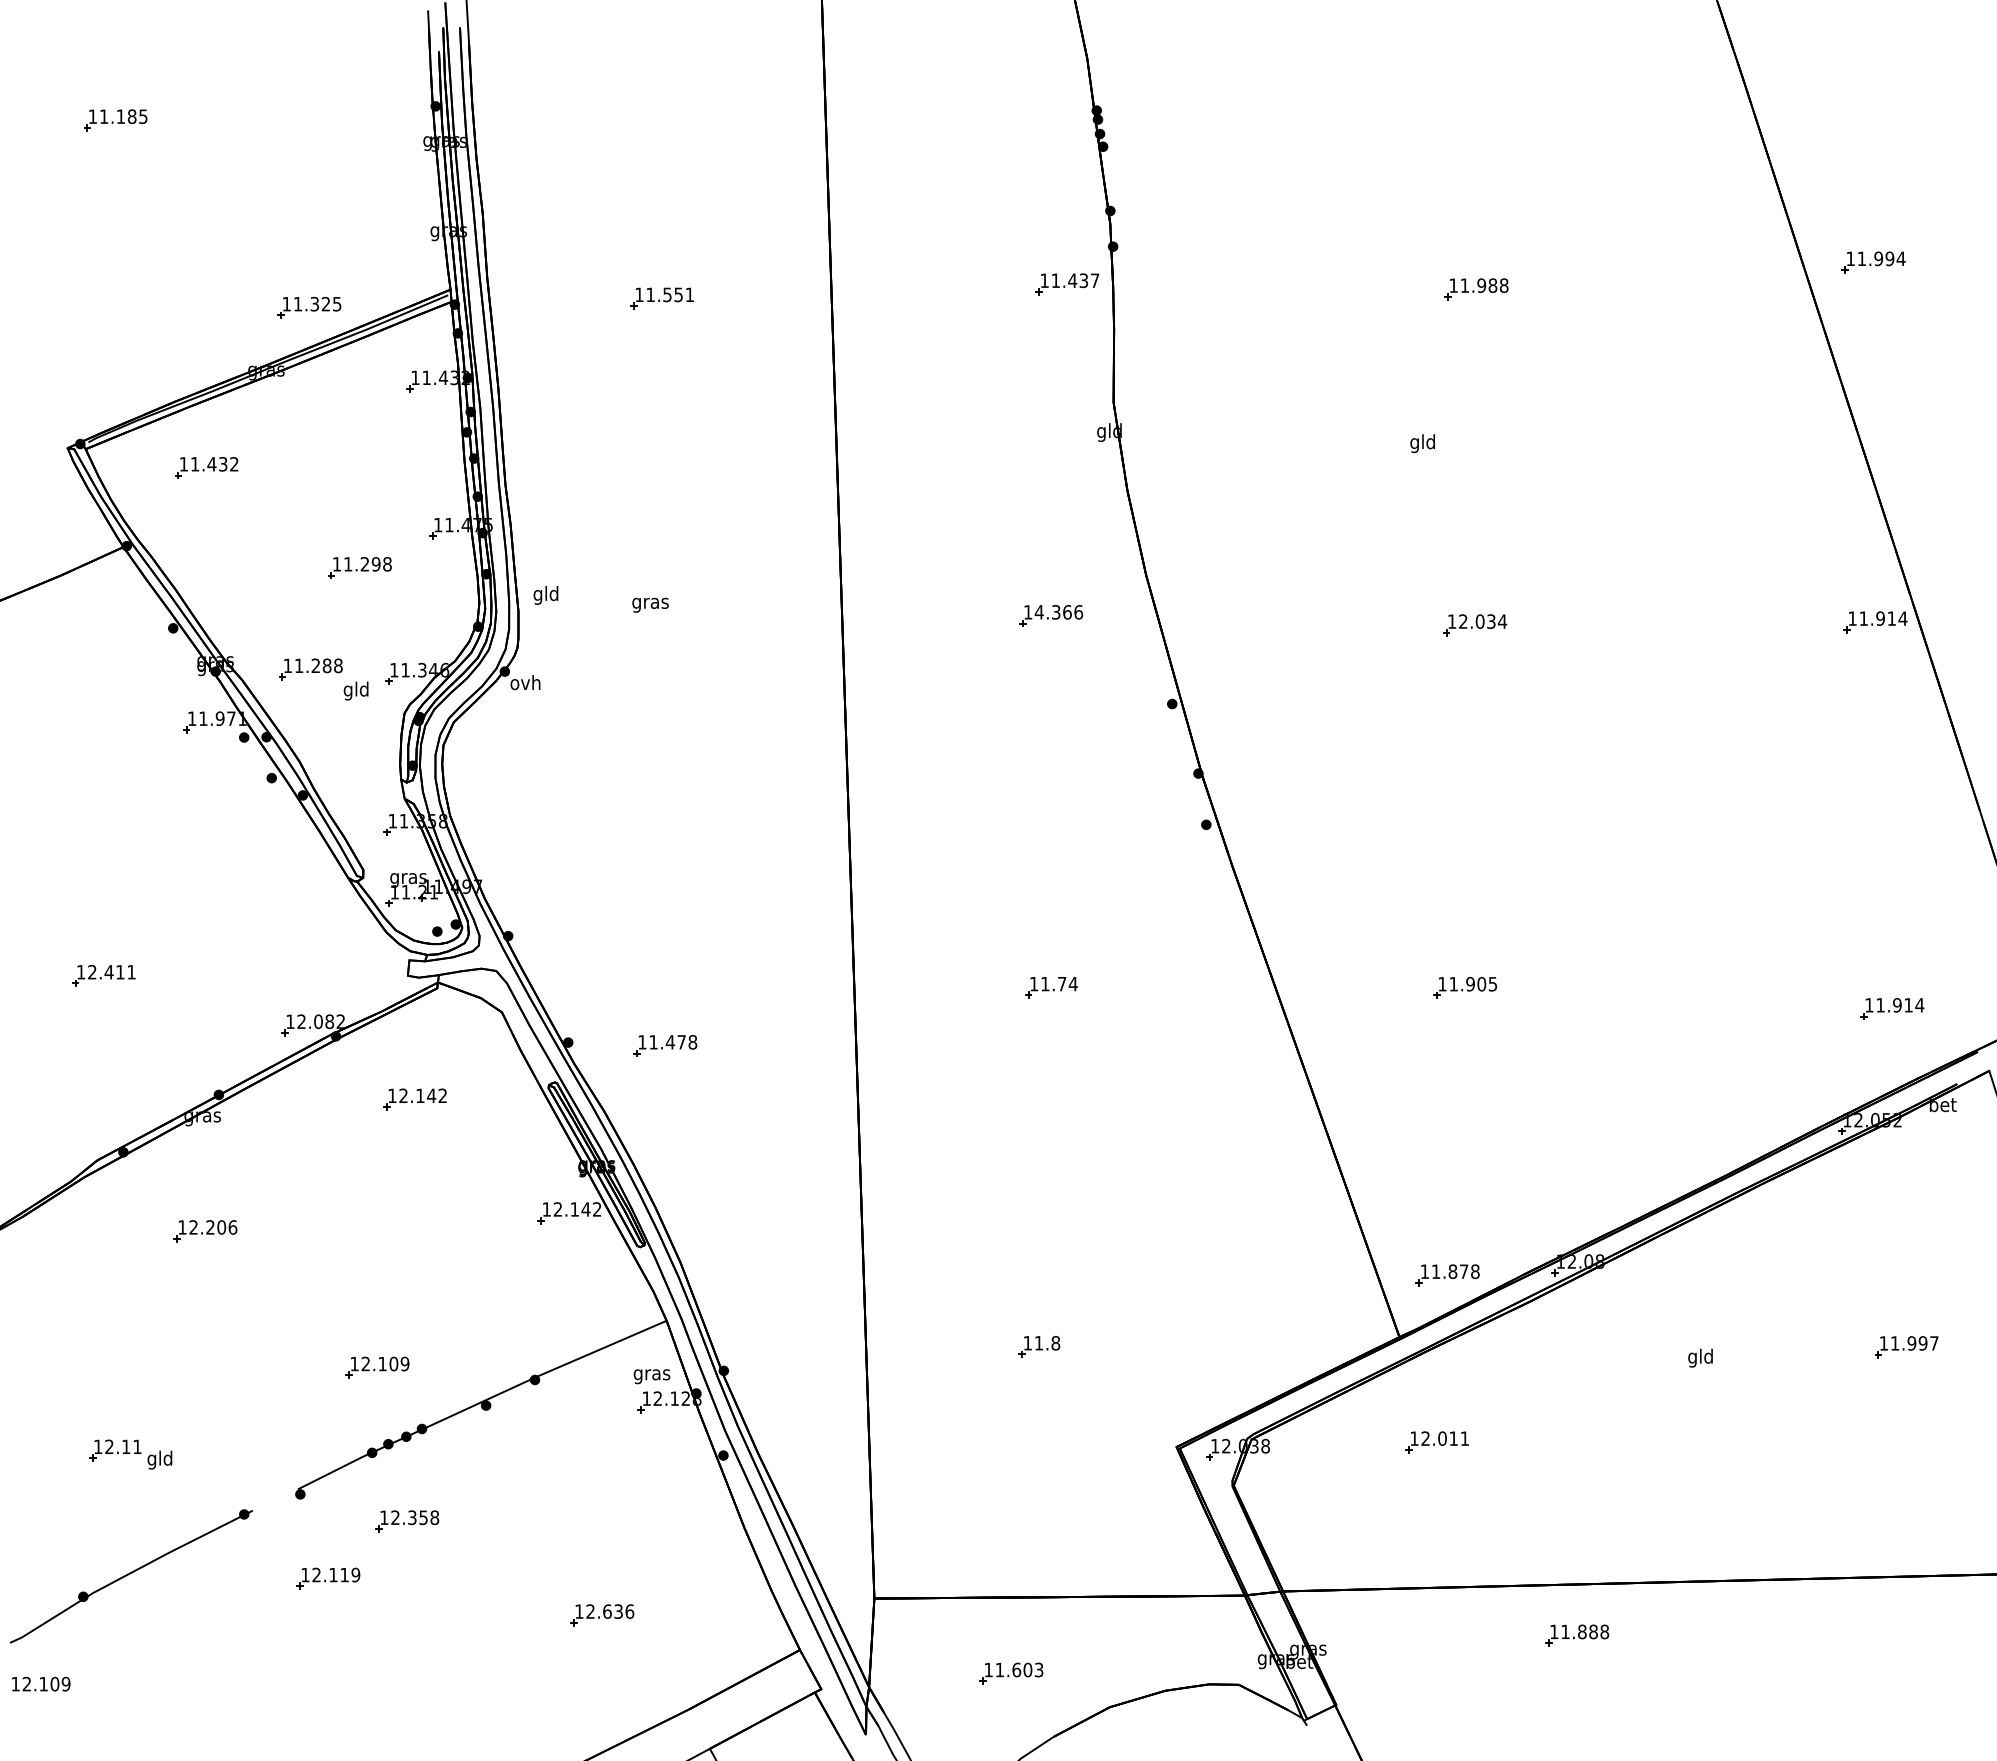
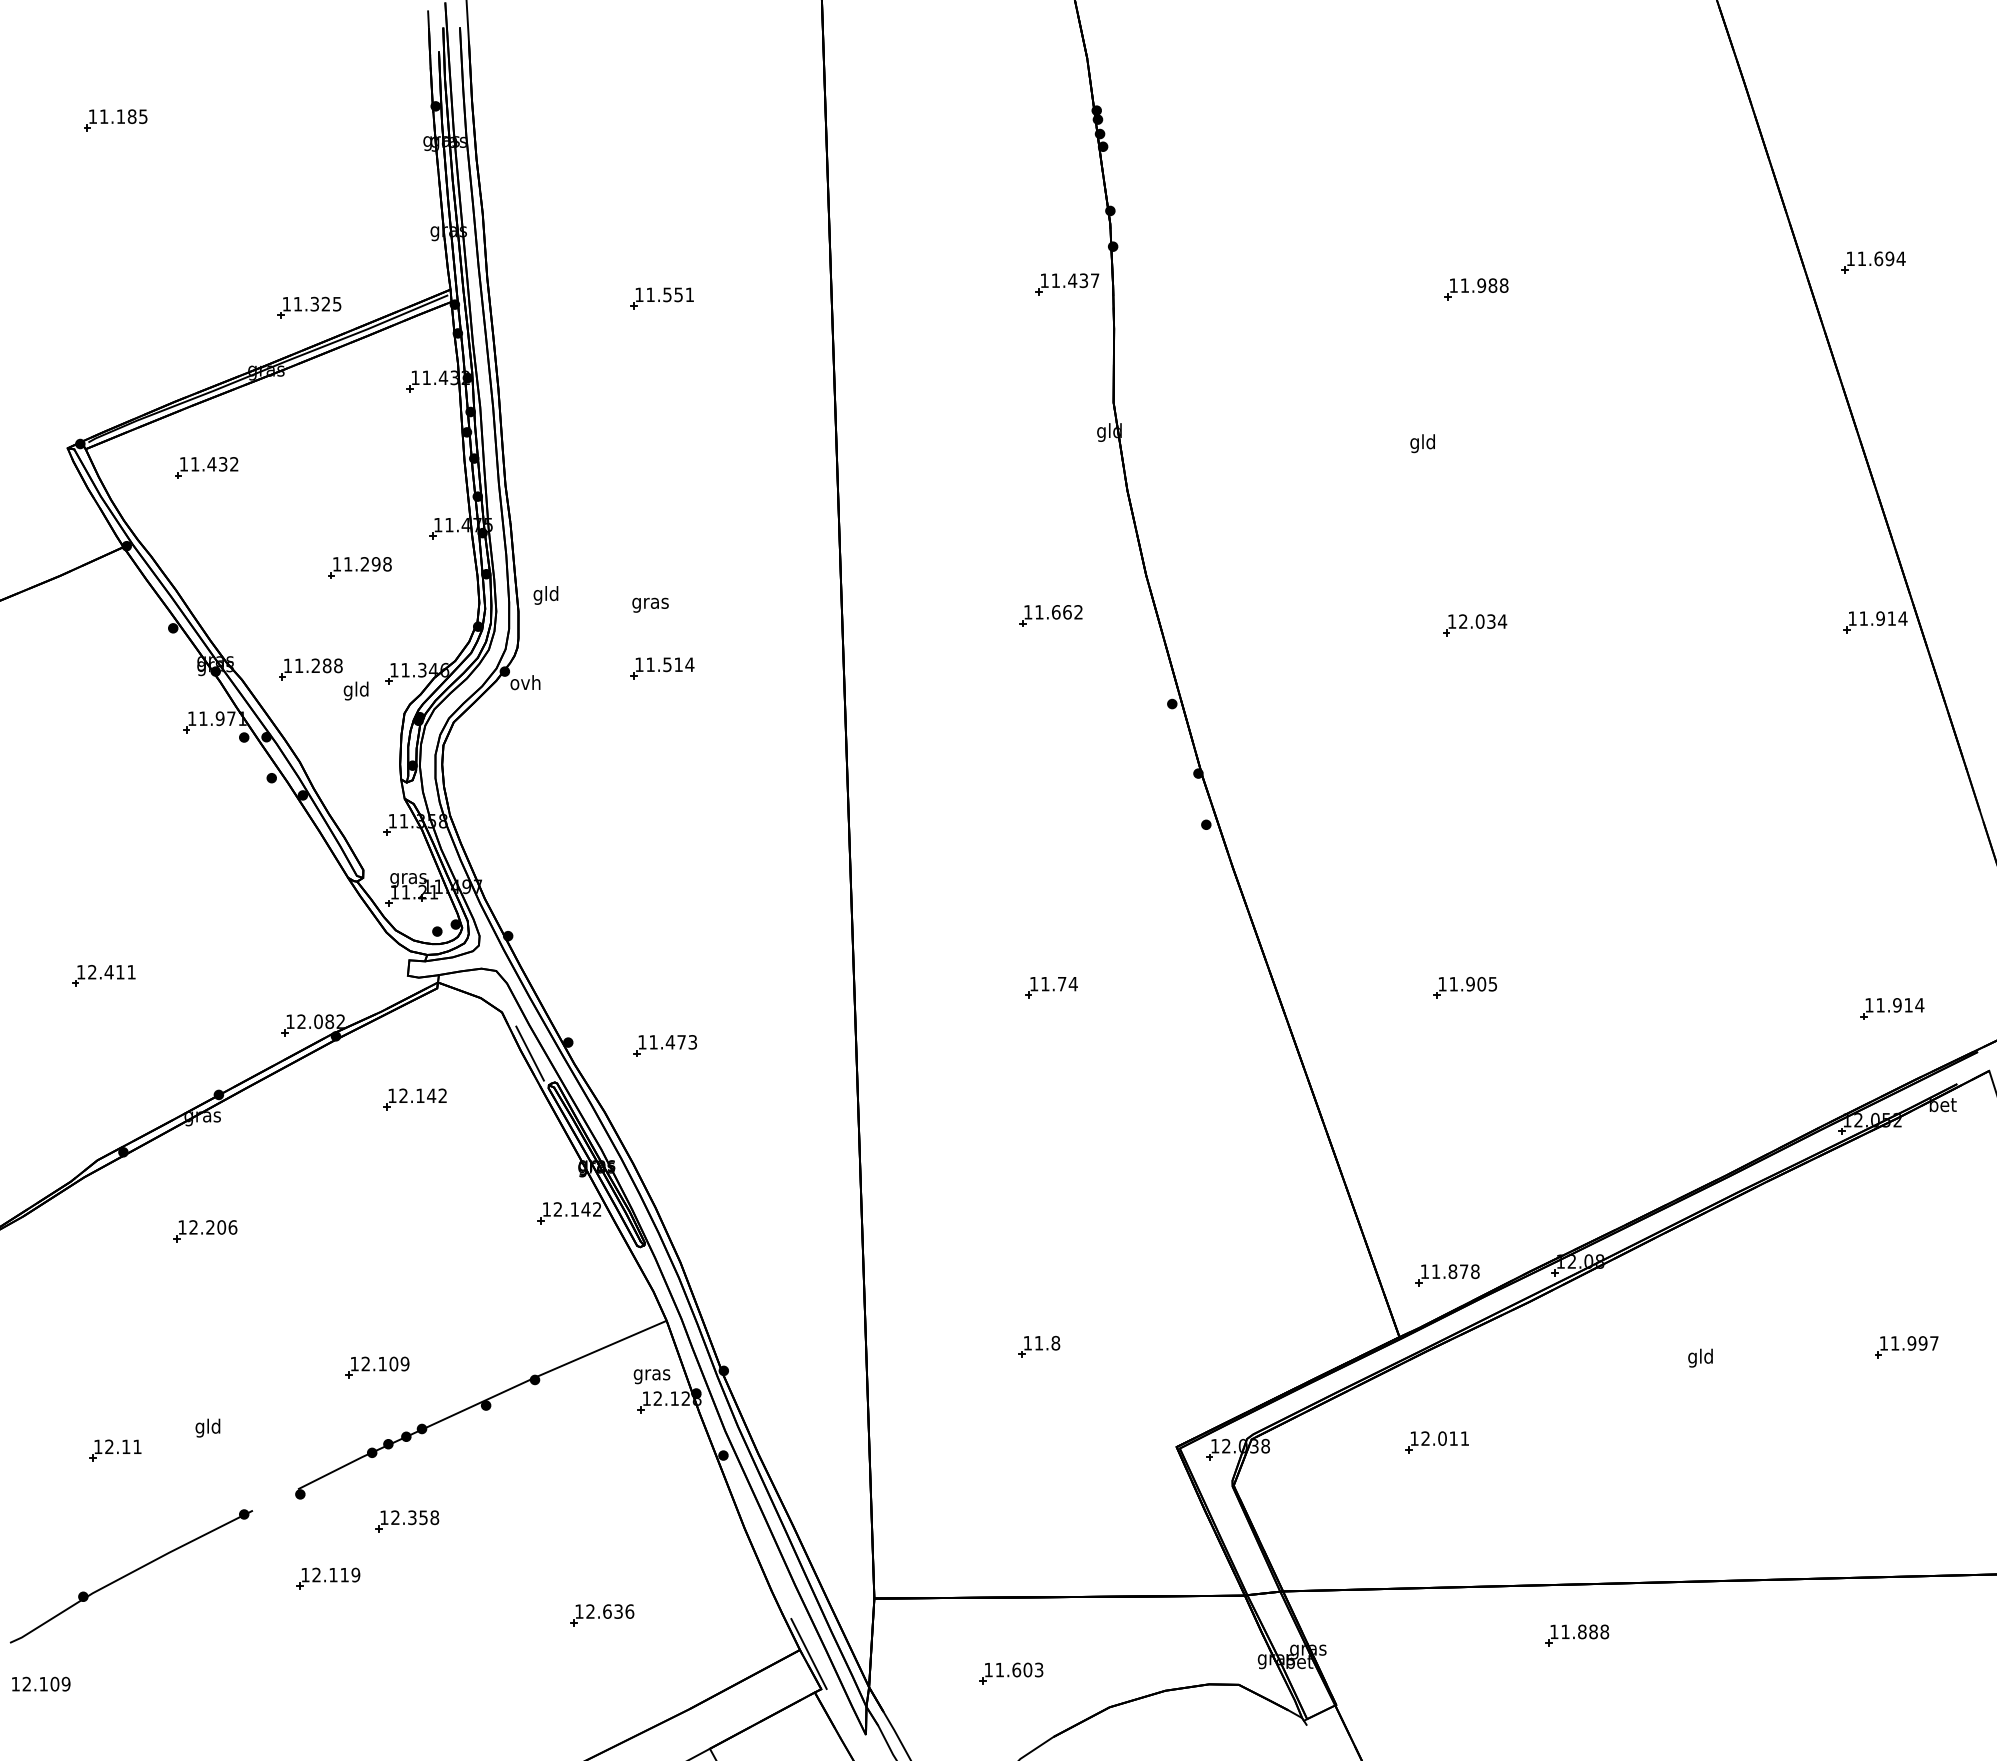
text at (1878, 258): 11.994 -> 11.694
text at (1058, 612): 14.366 -> 11.662
part at (662, 668): none -> present
text at (692, 1042): 11.478 -> 11.473
line at (529, 1053): none -> present
text at (159, 1459) position: (159, 1459) -> (207, 1427)
line at (808, 1653): none -> present
